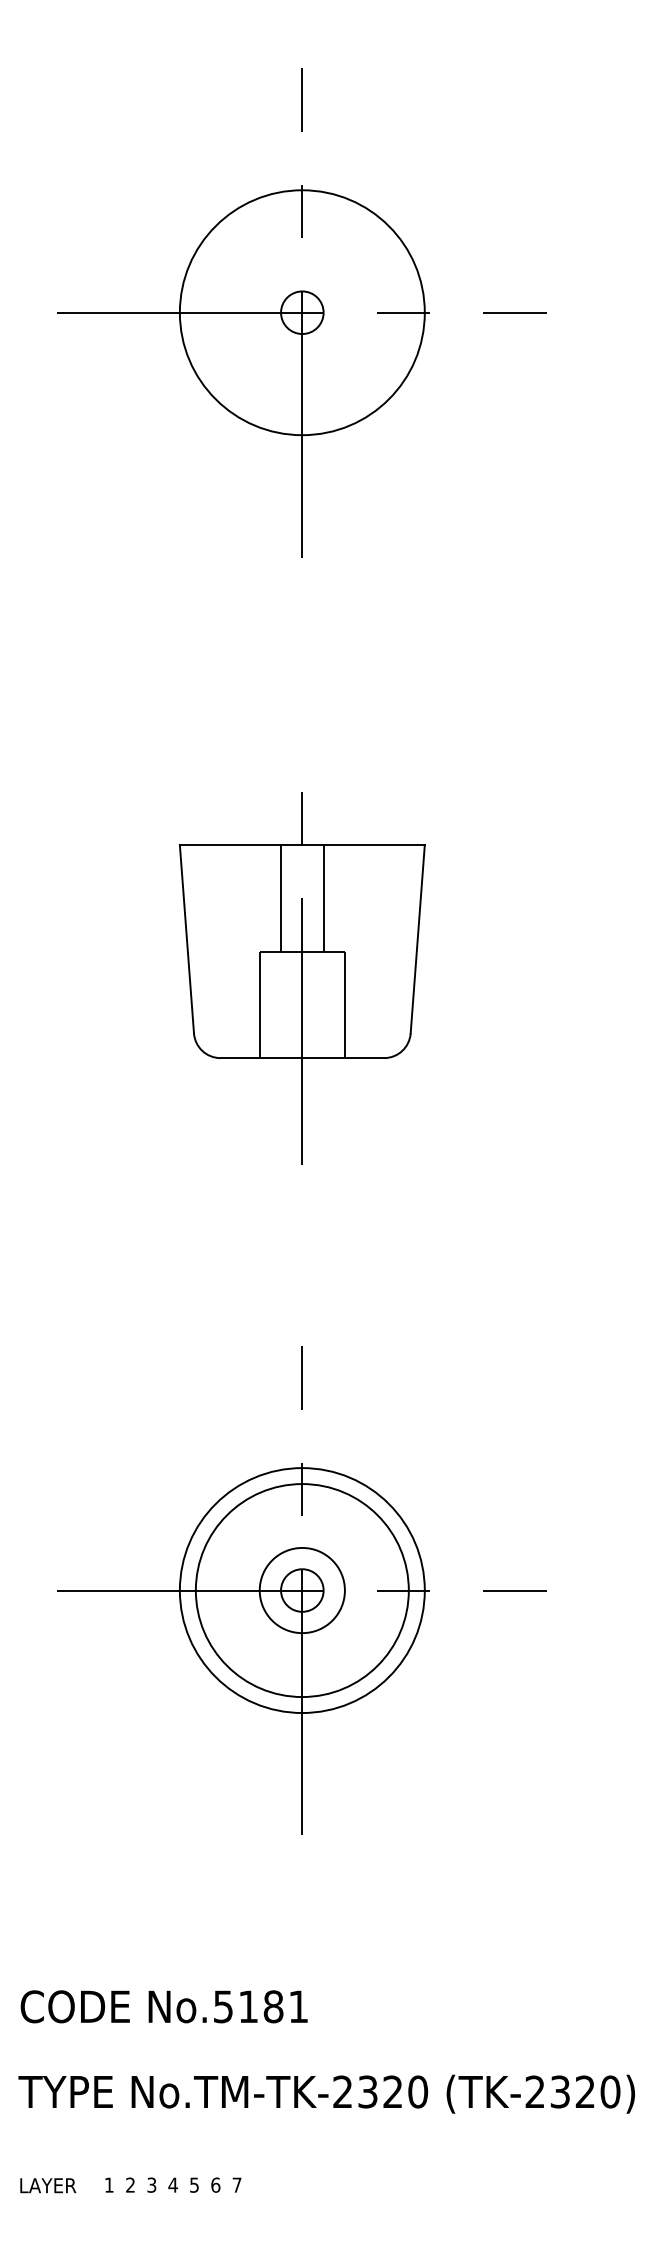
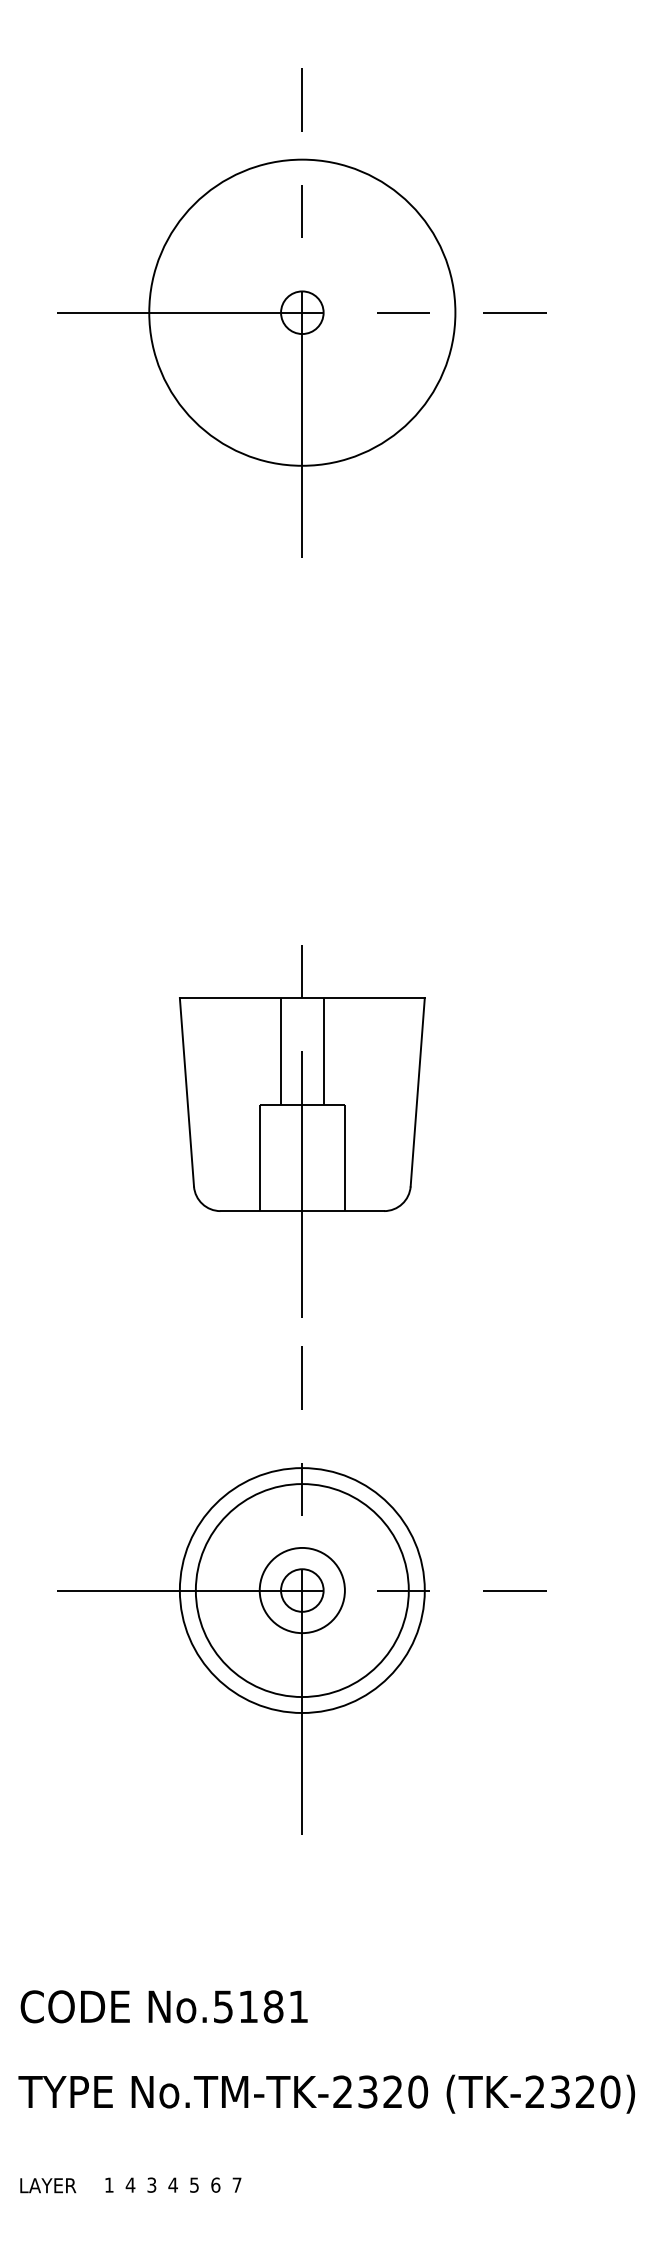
circle at (301, 312) diameter: 245 px -> 306 px
part at (302, 978) position: (302, 978) -> (302, 1131)
text at (130, 2184): 2 -> 4
